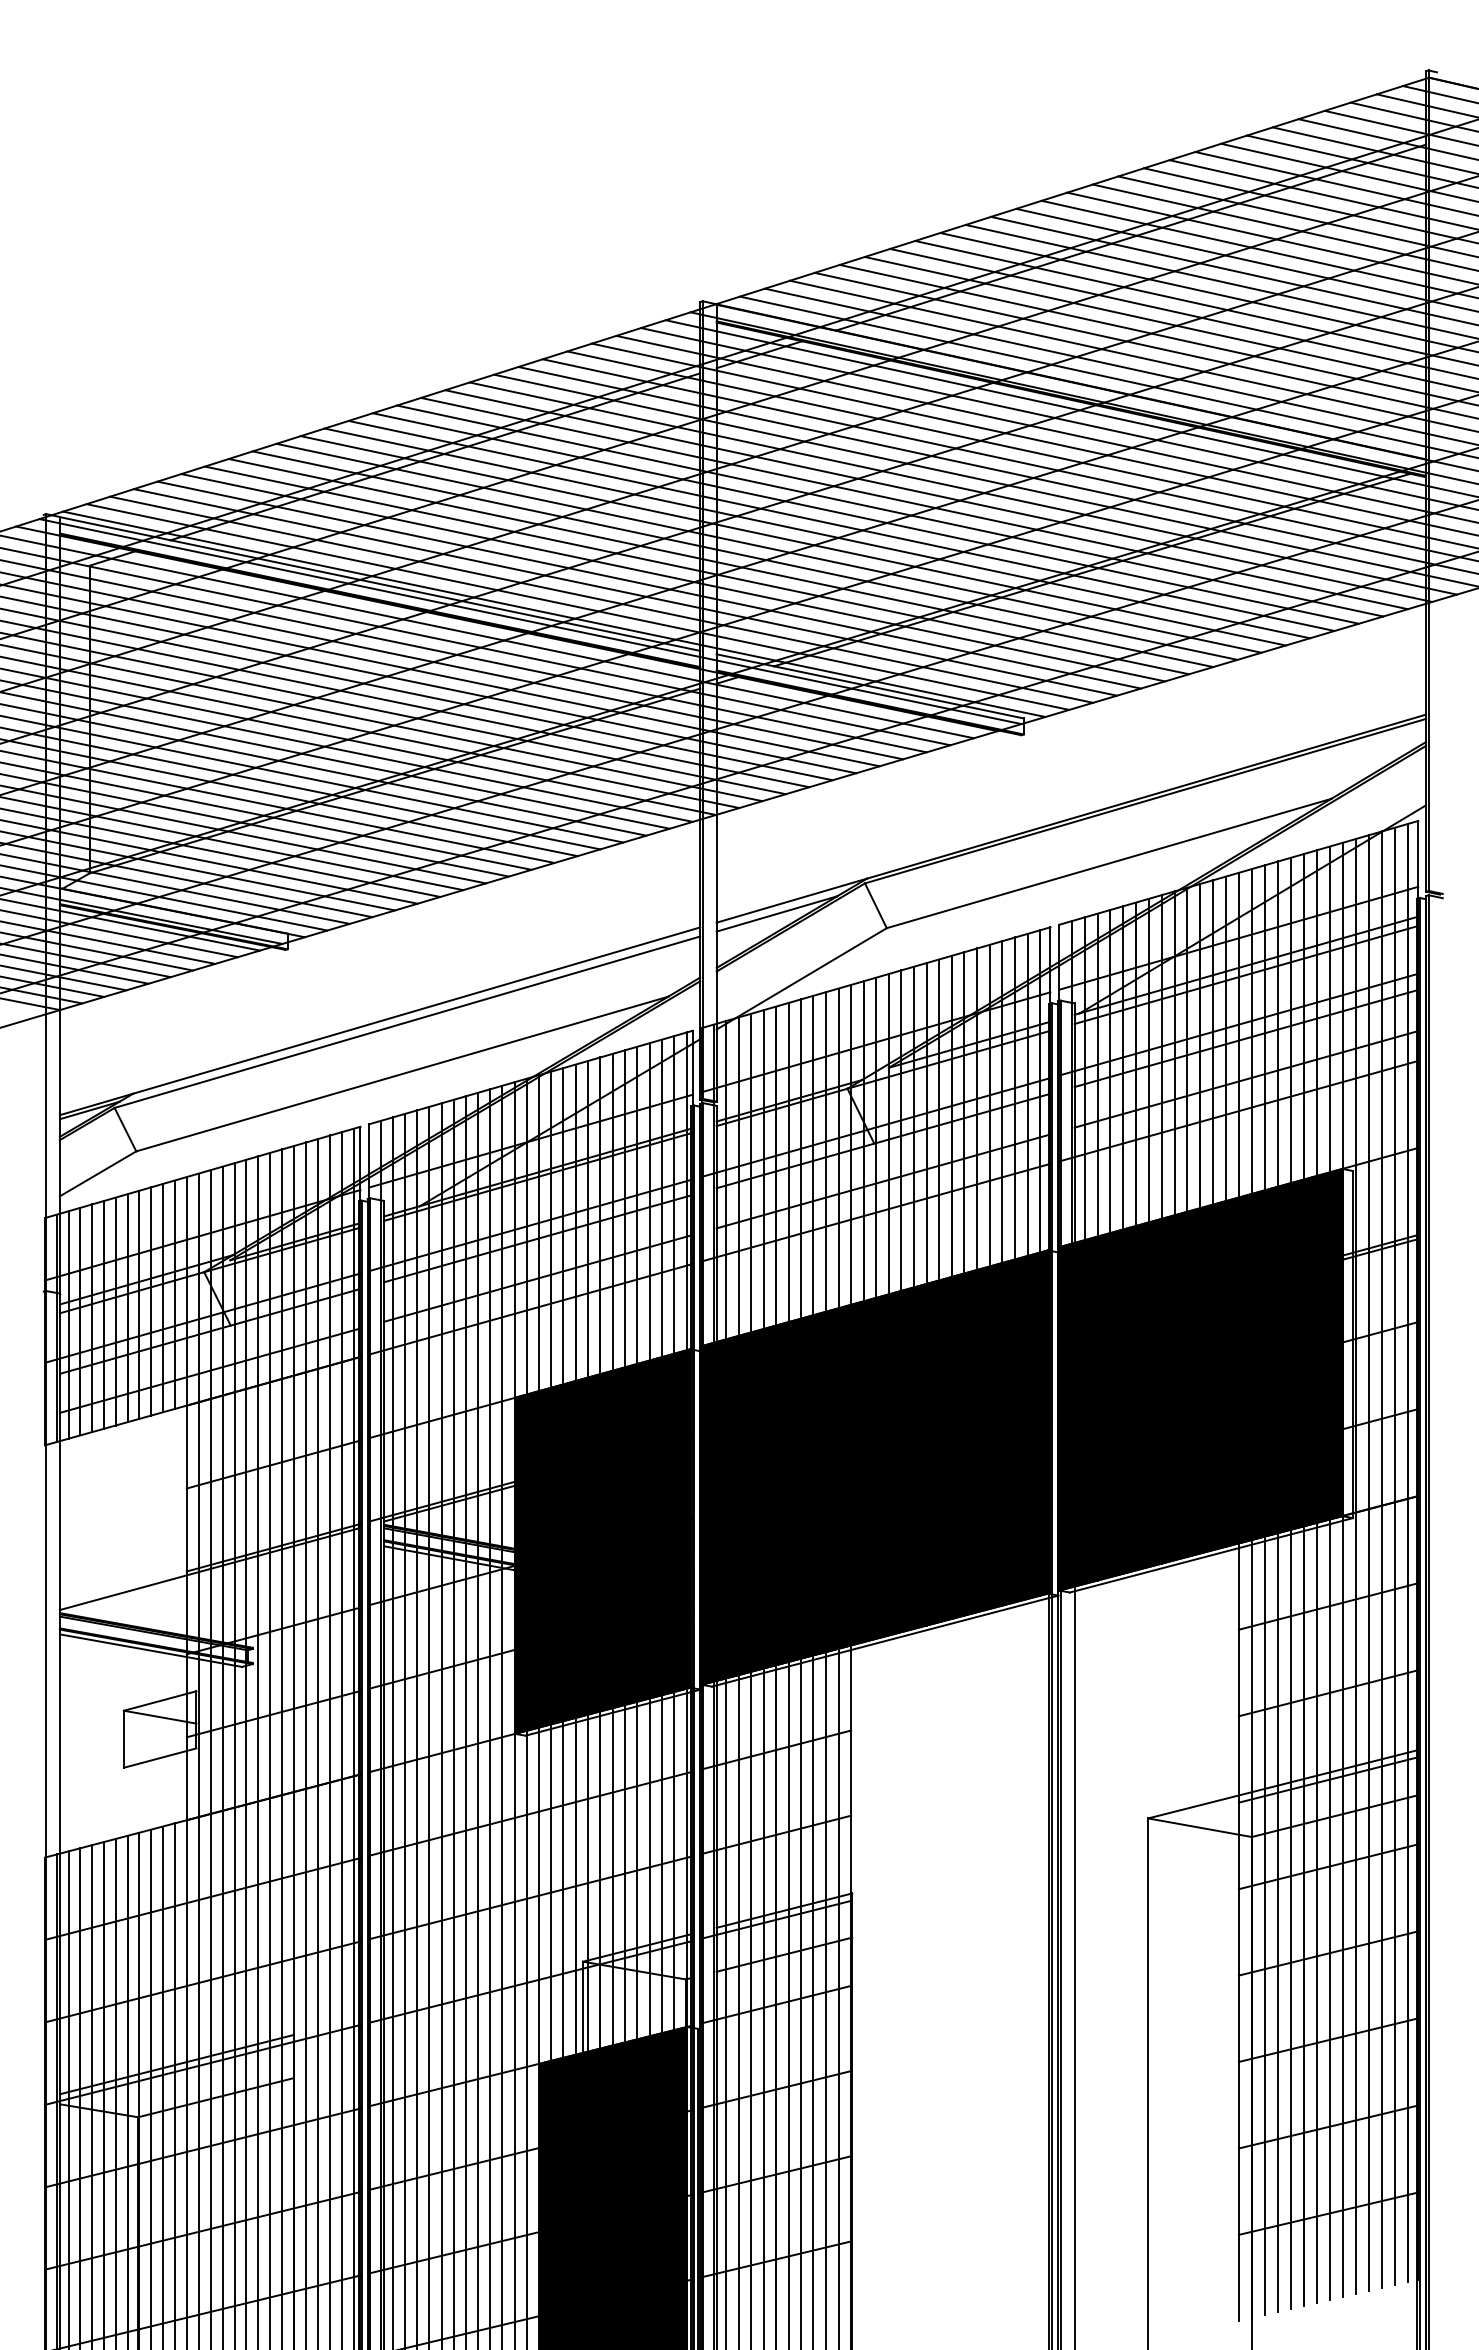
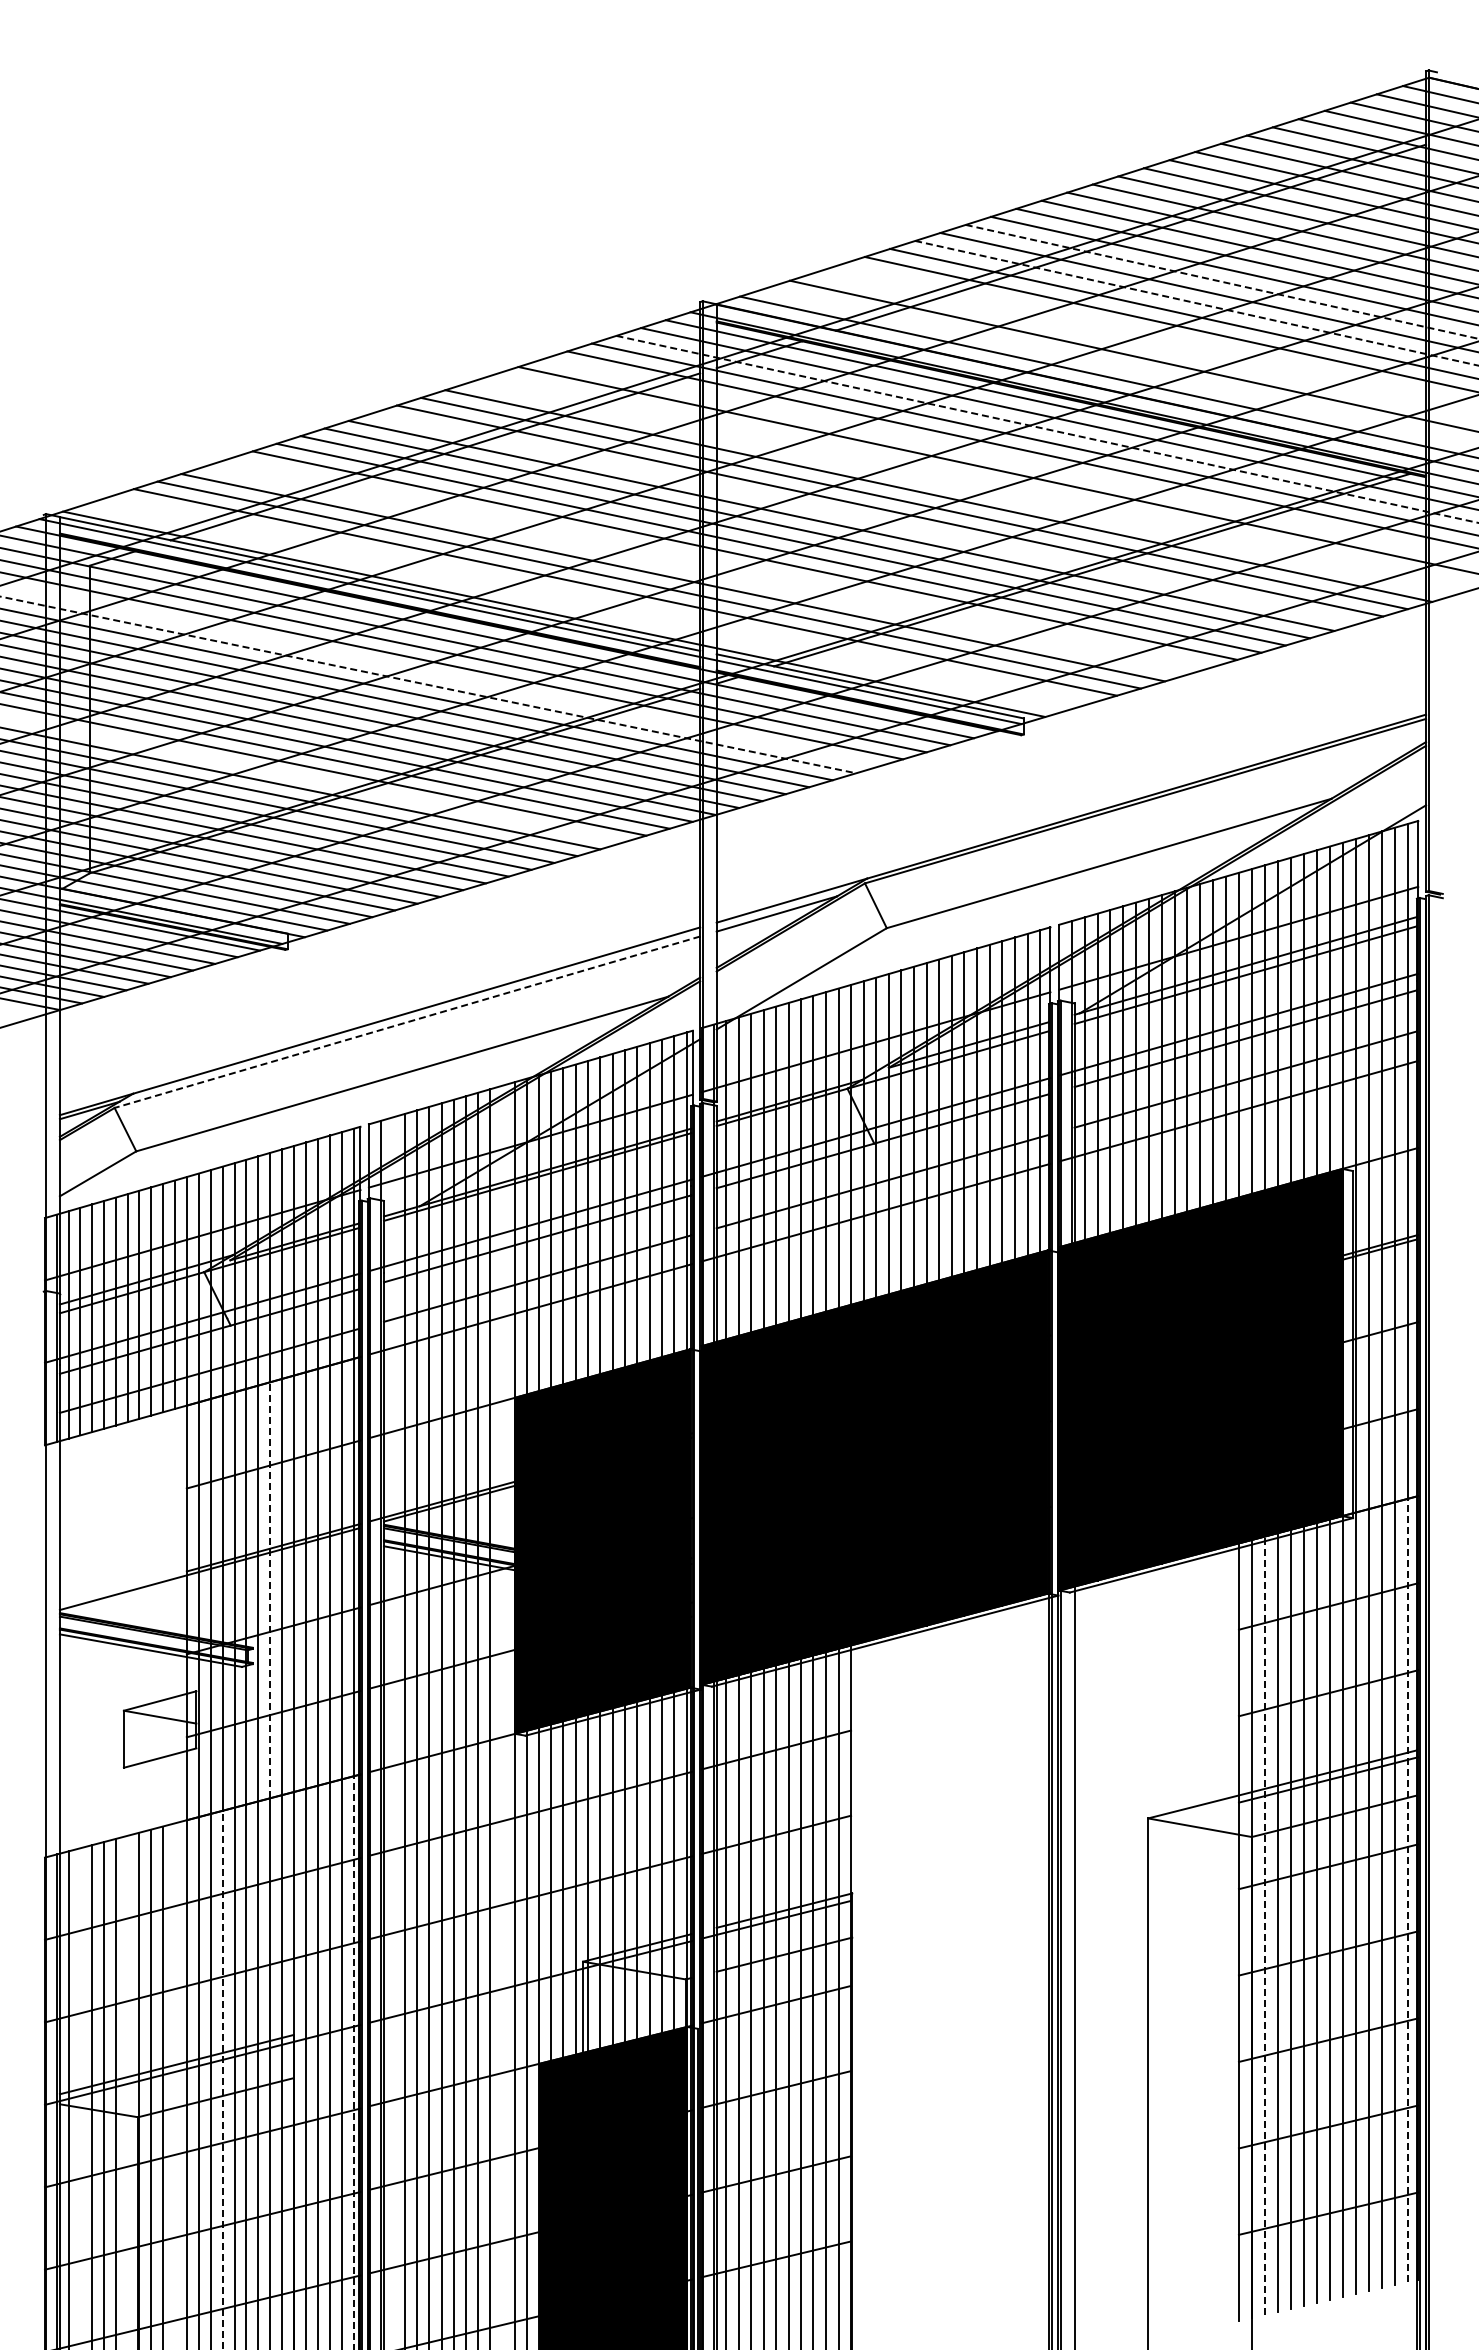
line at (1222, 281): solid -> dashed
line at (1197, 303): solid -> dashed
line at (1157, 334): present -> none
line at (1144, 345): present -> none
line at (1119, 366): present -> none
line at (1047, 429): solid -> dashed
line at (1008, 459): present -> none
line at (984, 480): present -> none
line at (962, 488): present -> none
line at (865, 518): present -> none
line at (720, 563): present -> none
line at (697, 570): present -> none
line at (601, 599): present -> none
line at (577, 606): present -> none
line at (440, 675): present -> none
line at (428, 684): solid -> dashed
line at (312, 779): present -> none
line at (406, 1022): solid -> dashed
line at (270, 1590): solid -> dashed
line at (502, 1715): present -> none
line at (393, 1731): present -> none
line at (1408, 1890): solid -> dashed
line at (1264, 1925): solid -> dashed
line at (354, 2062): solid -> dashed
line at (222, 2079): solid -> dashed
line at (174, 2084): present -> none
line at (127, 2090): present -> none
line at (80, 2097): present -> none
